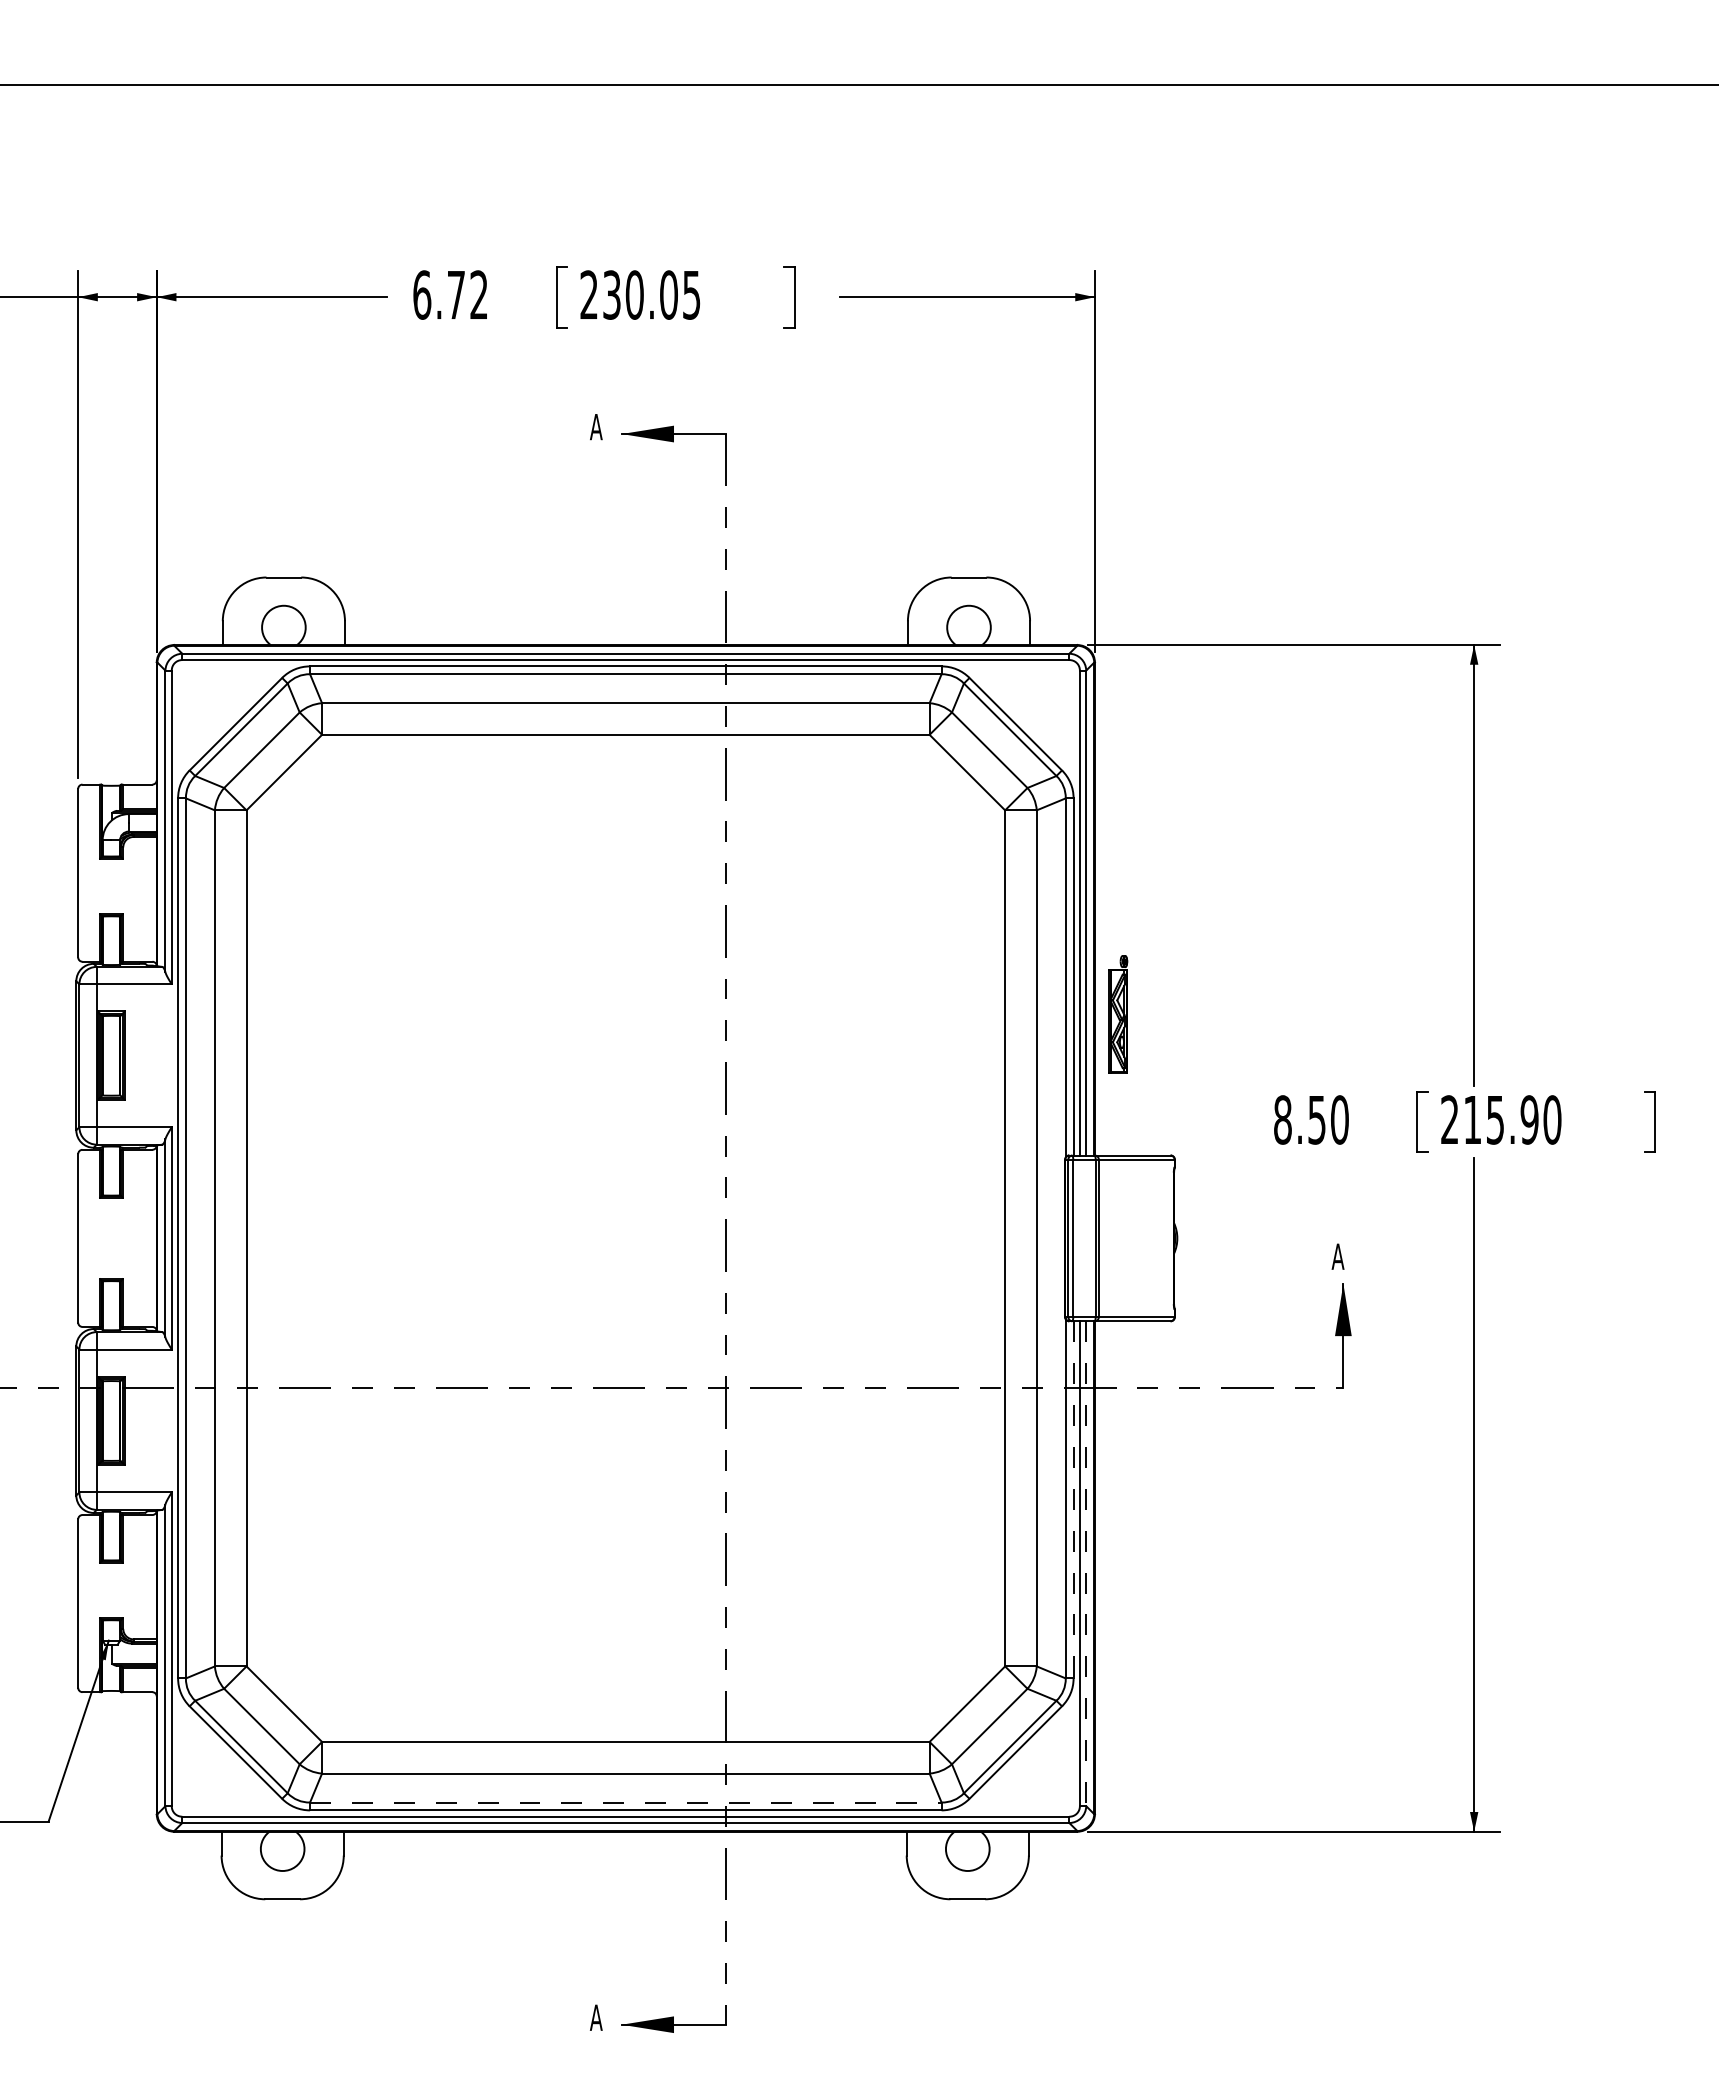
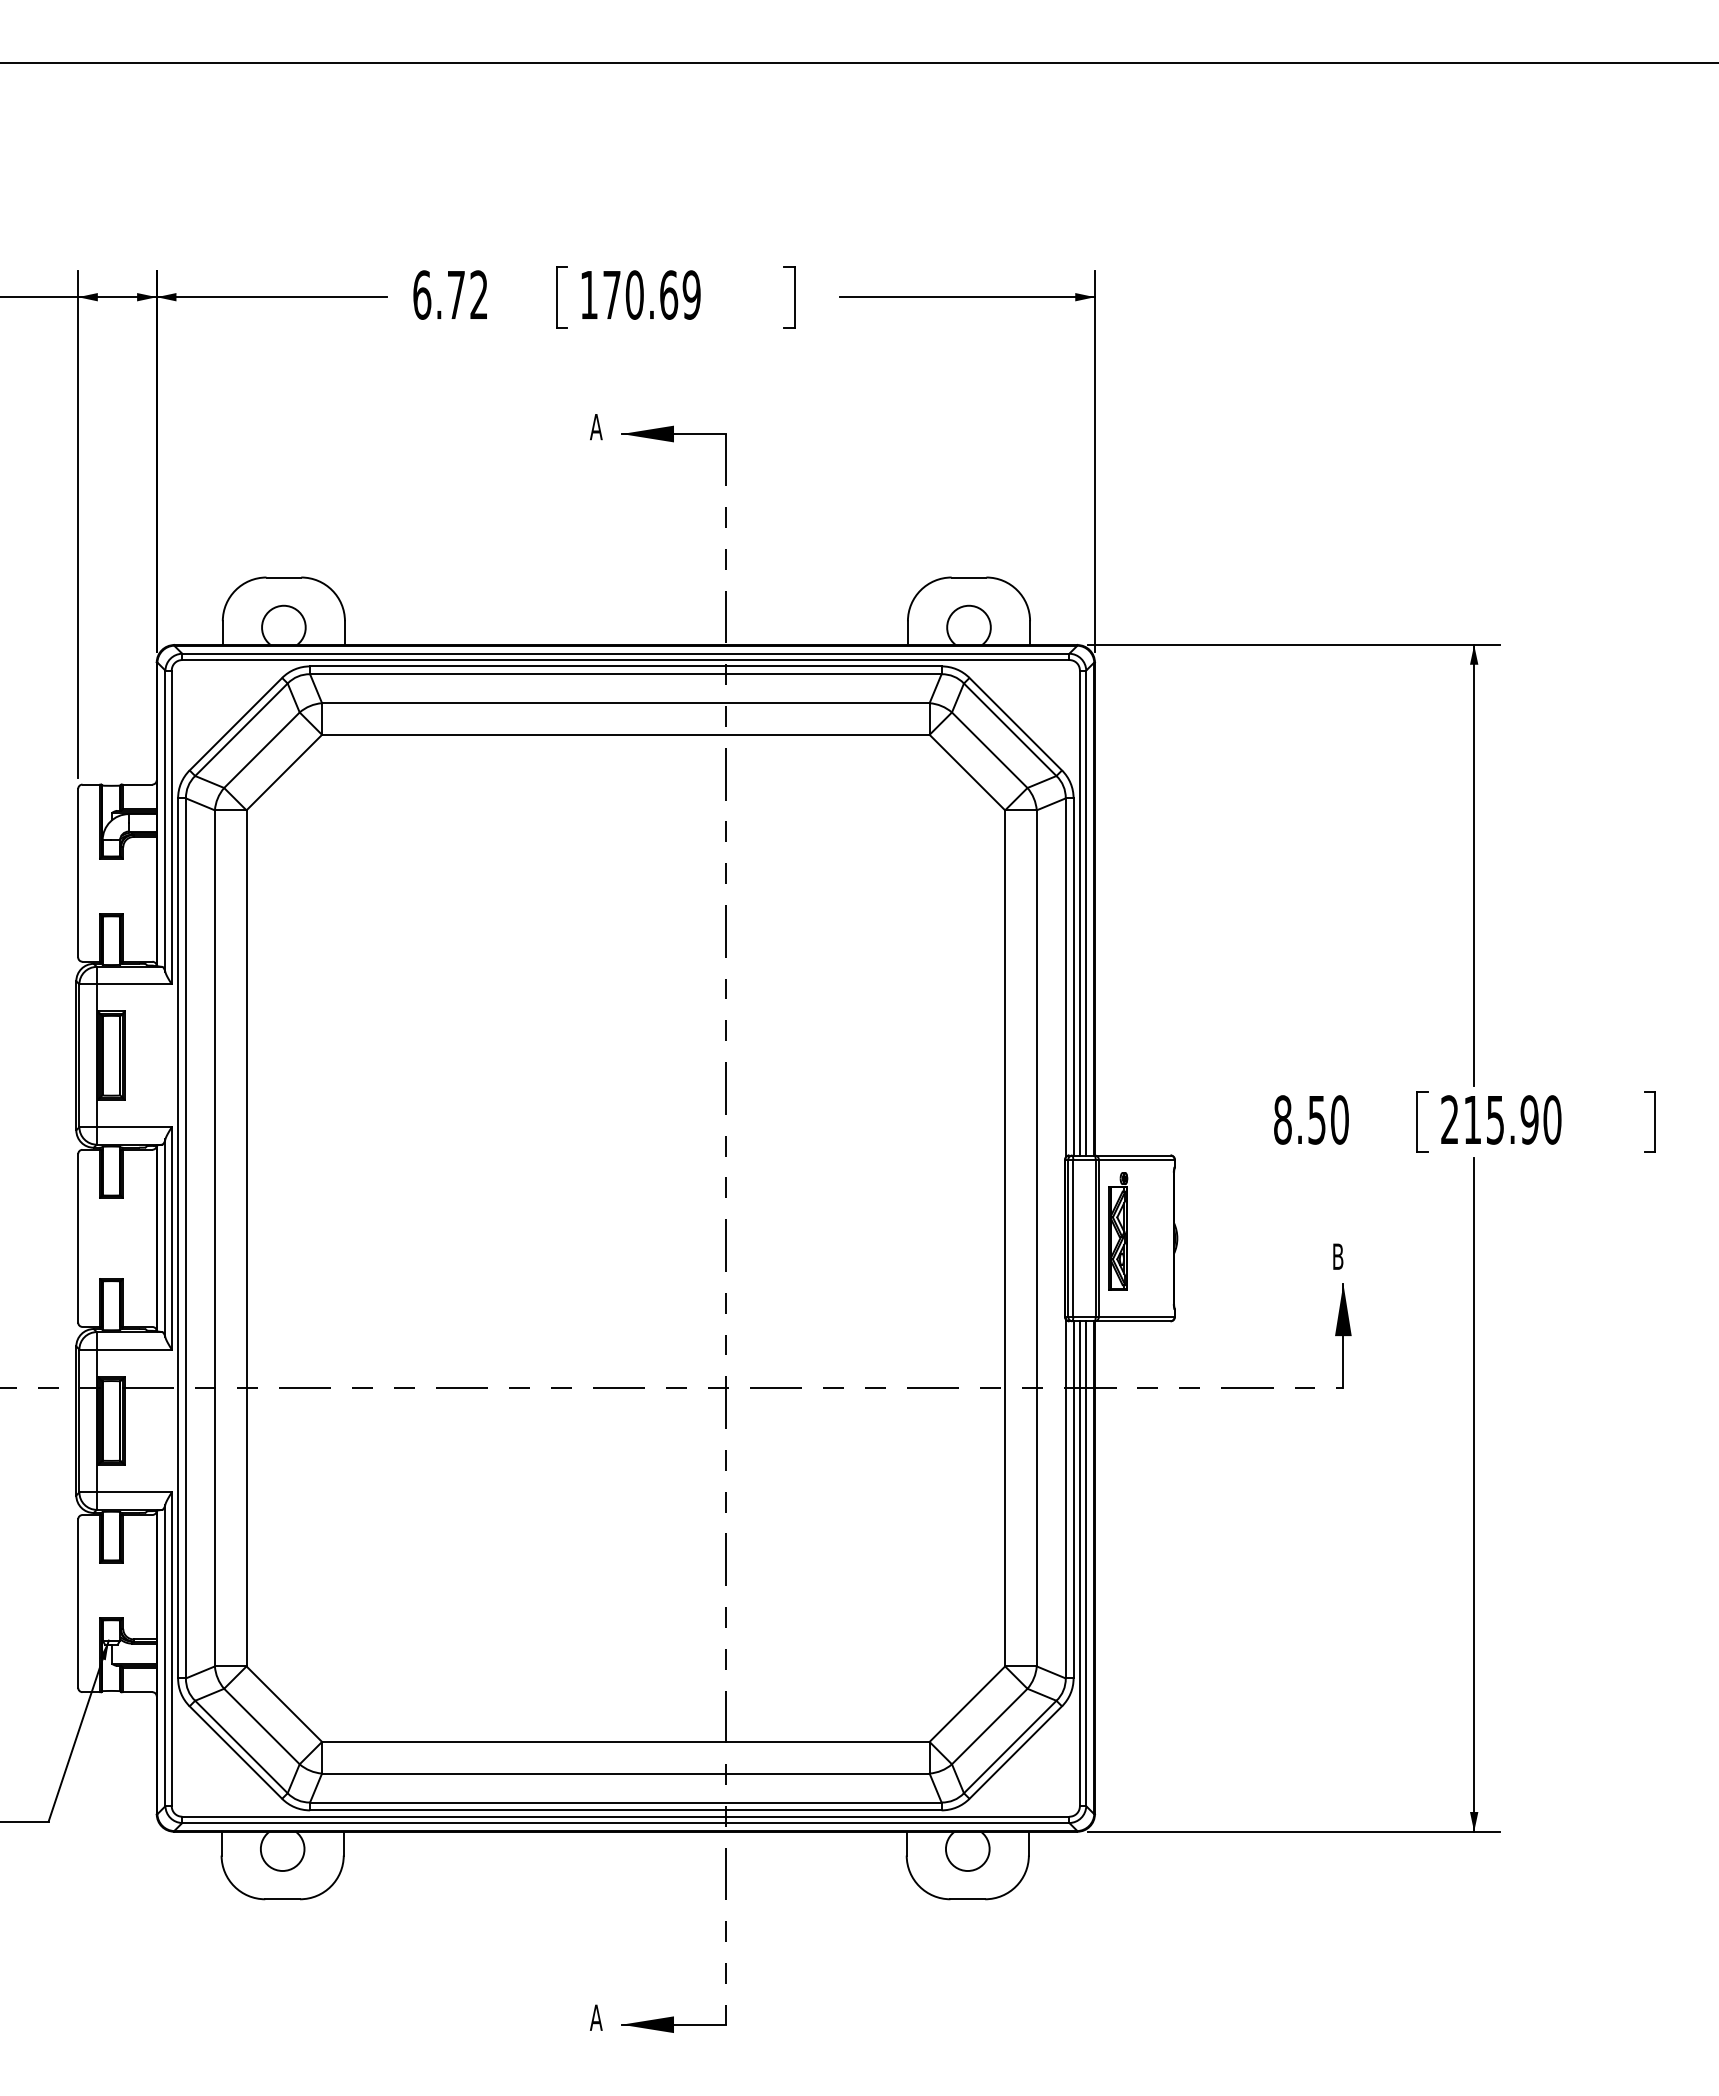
line at (858, 84) position: (858, 84) -> (858, 62)
text at (640, 294): 230.05 -> 170.69
part at (1118, 1014) position: (1118, 1014) -> (1118, 1231)
text at (1337, 1256): A -> B
line at (1073, 1499): dashed -> solid
line at (1086, 1564): dashed -> solid
line at (625, 1802): dashed -> solid
